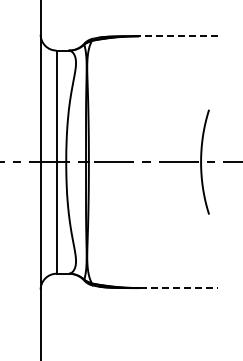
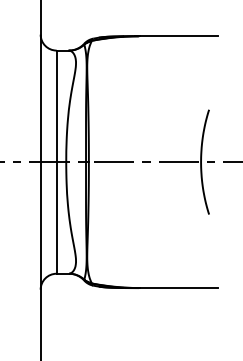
line at (178, 36): dashed -> solid
line at (179, 288): dashed -> solid
